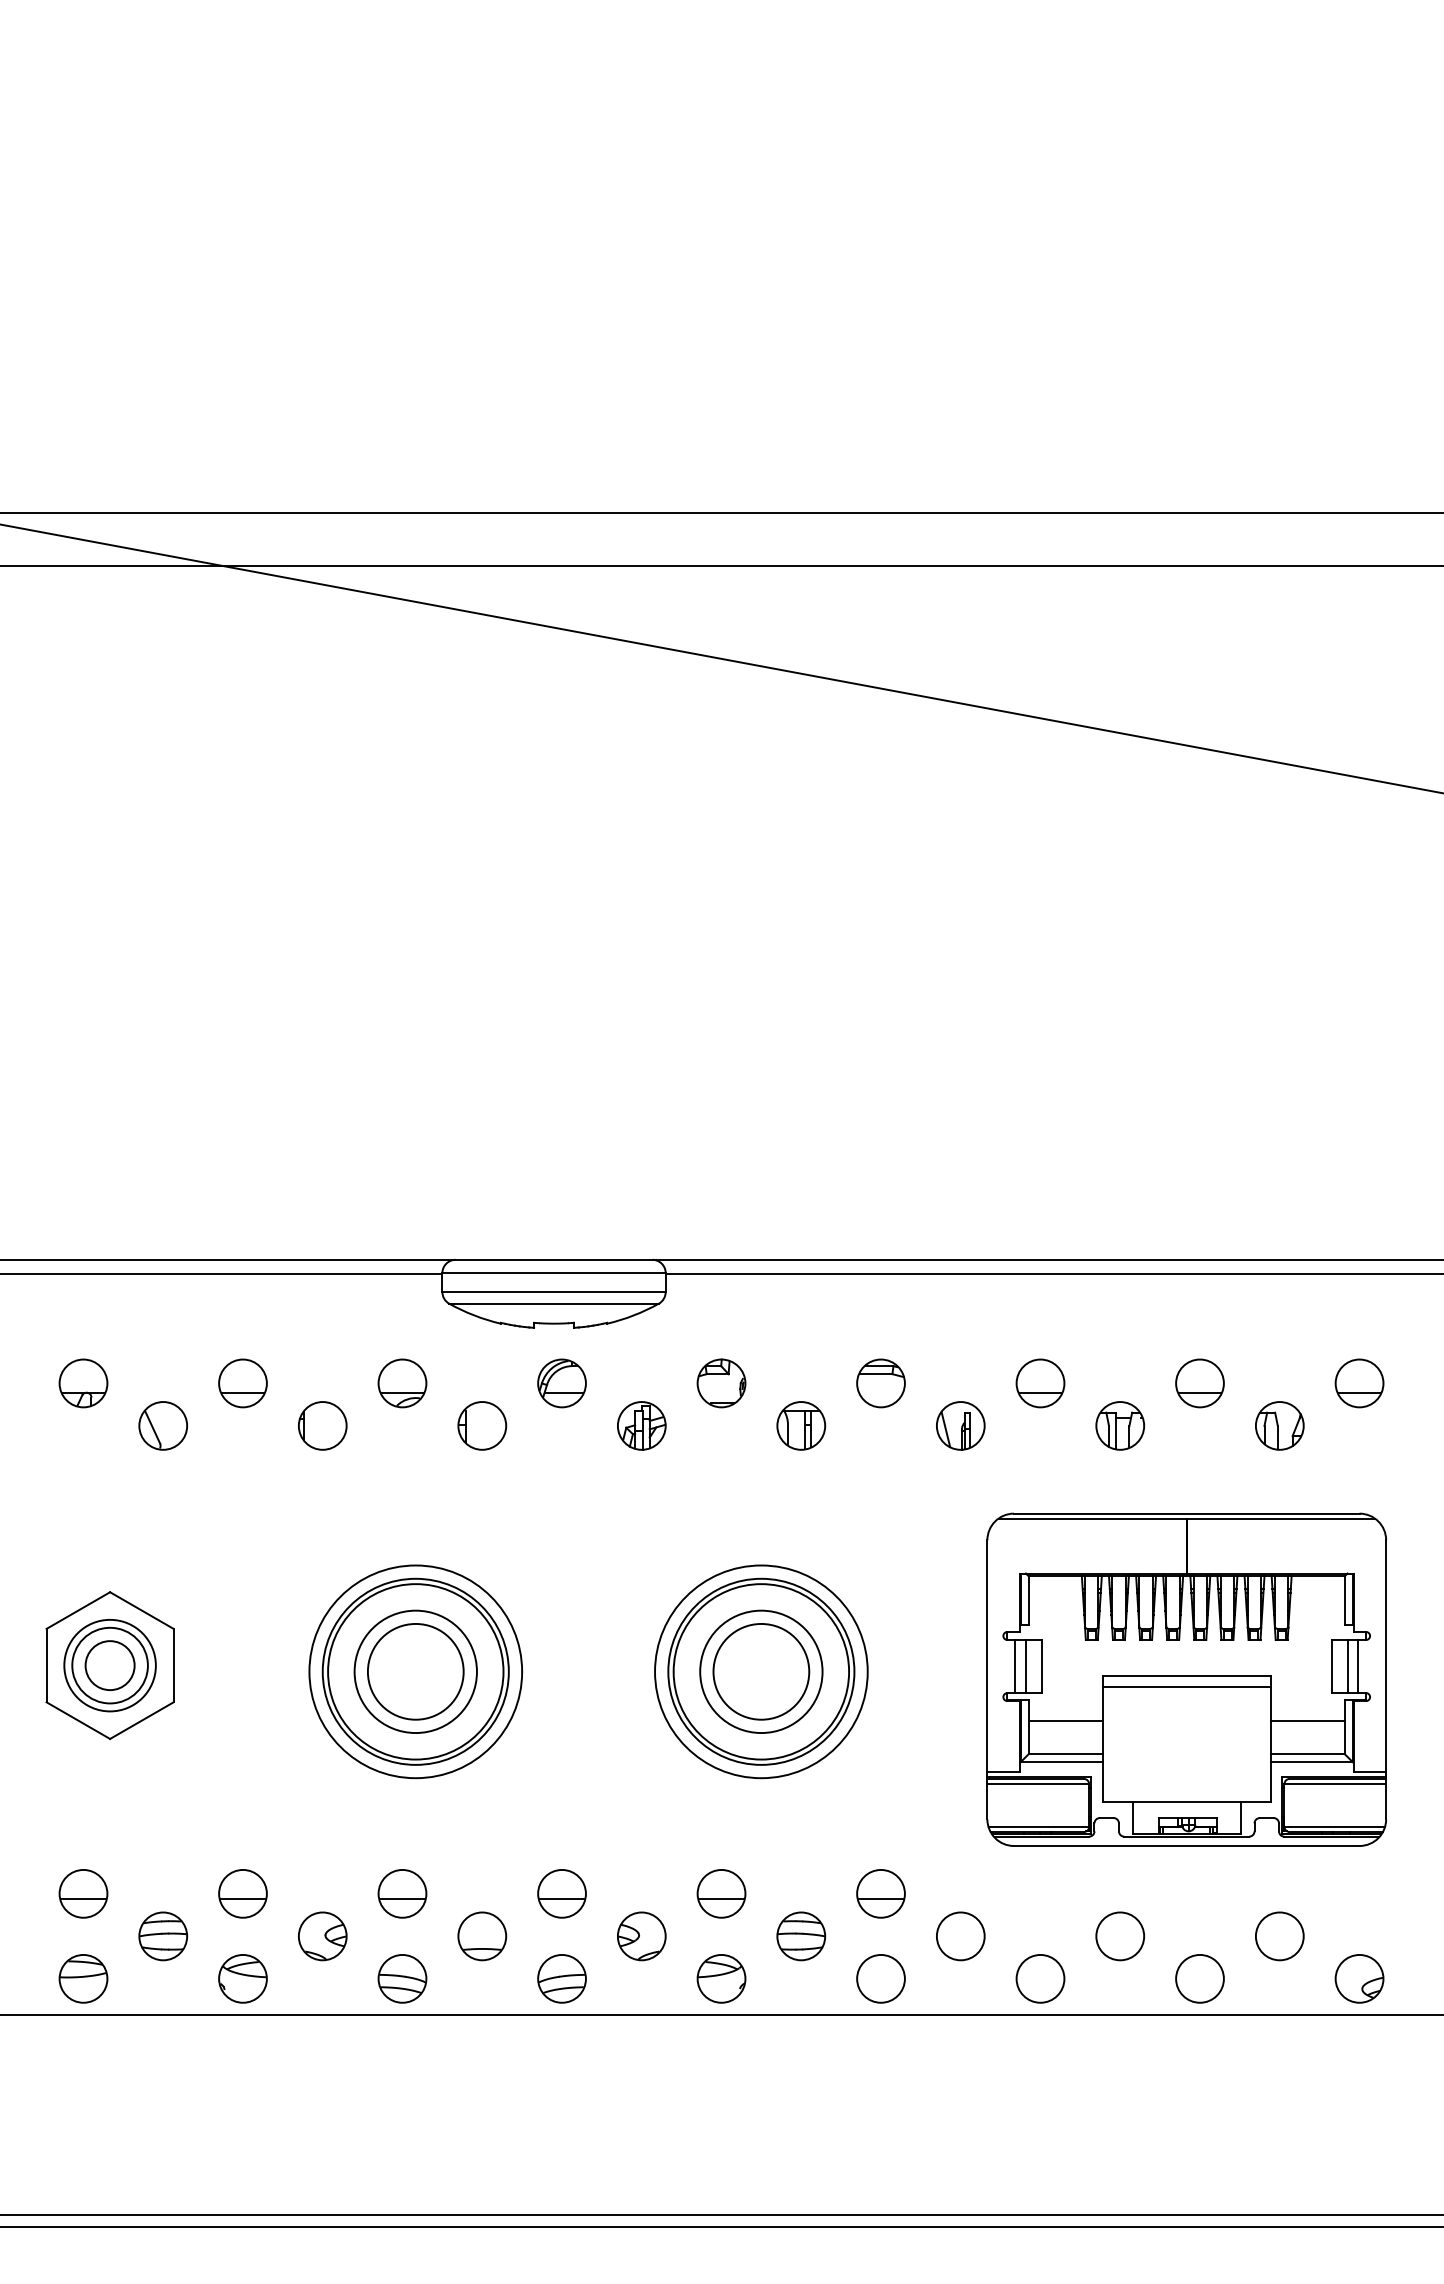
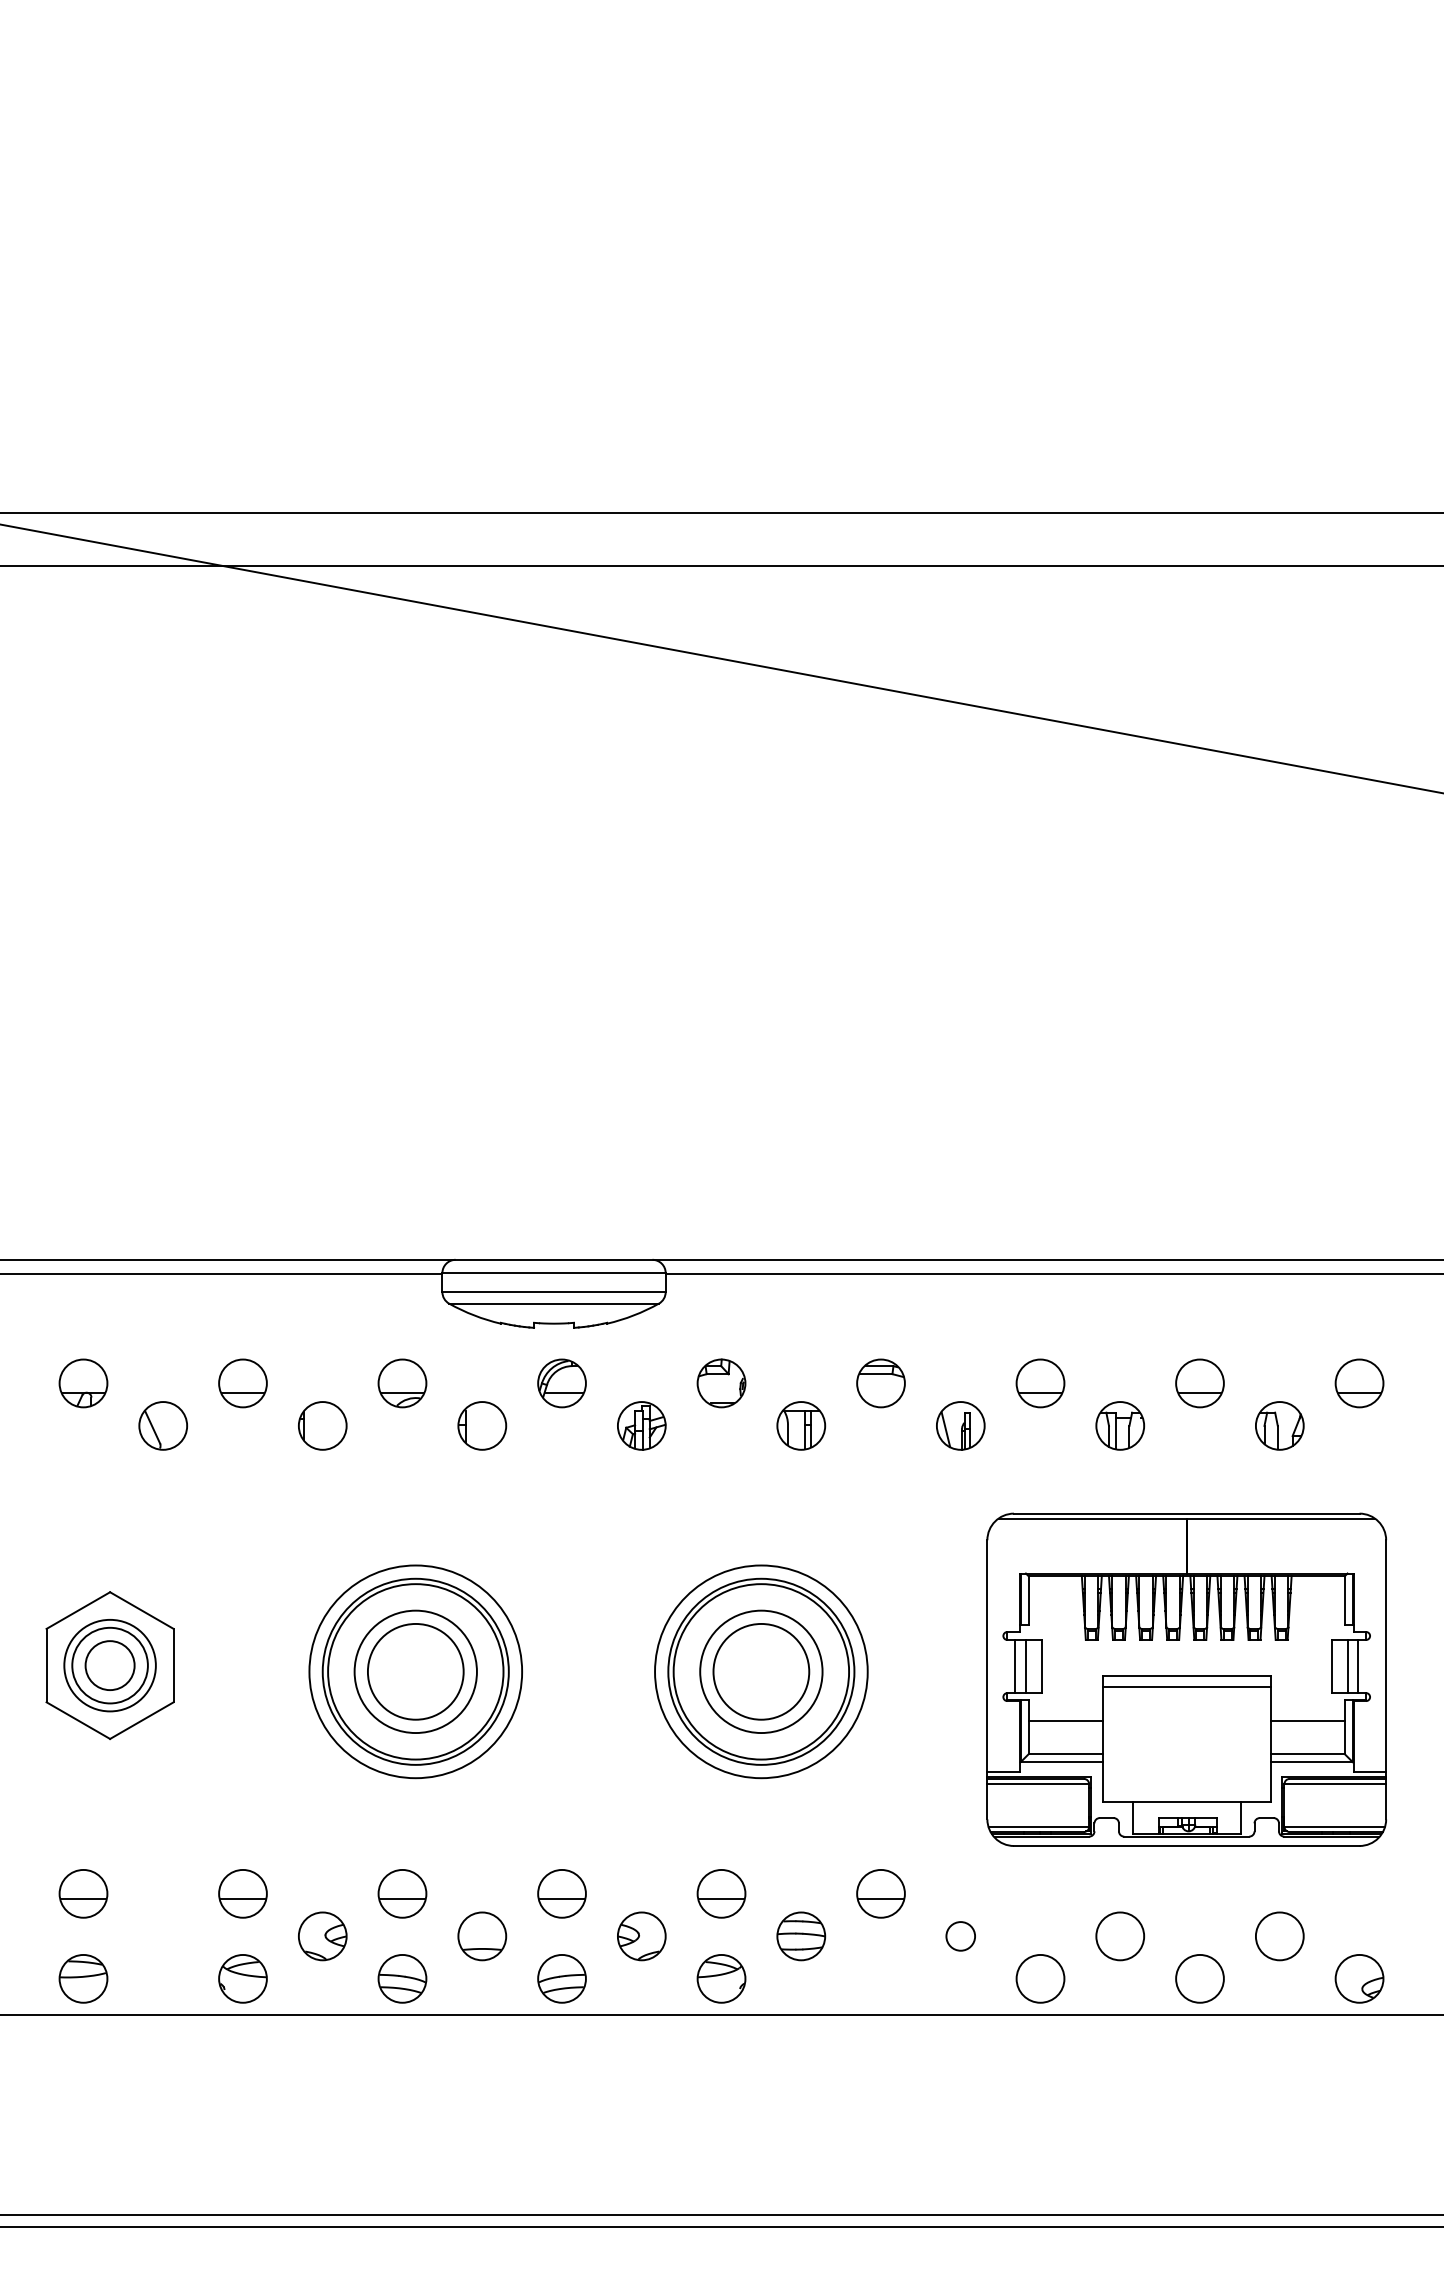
part at (162, 1936): present -> none
circle at (960, 1936) diameter: 48 px -> 29 px
circle at (880, 1978): present -> none
